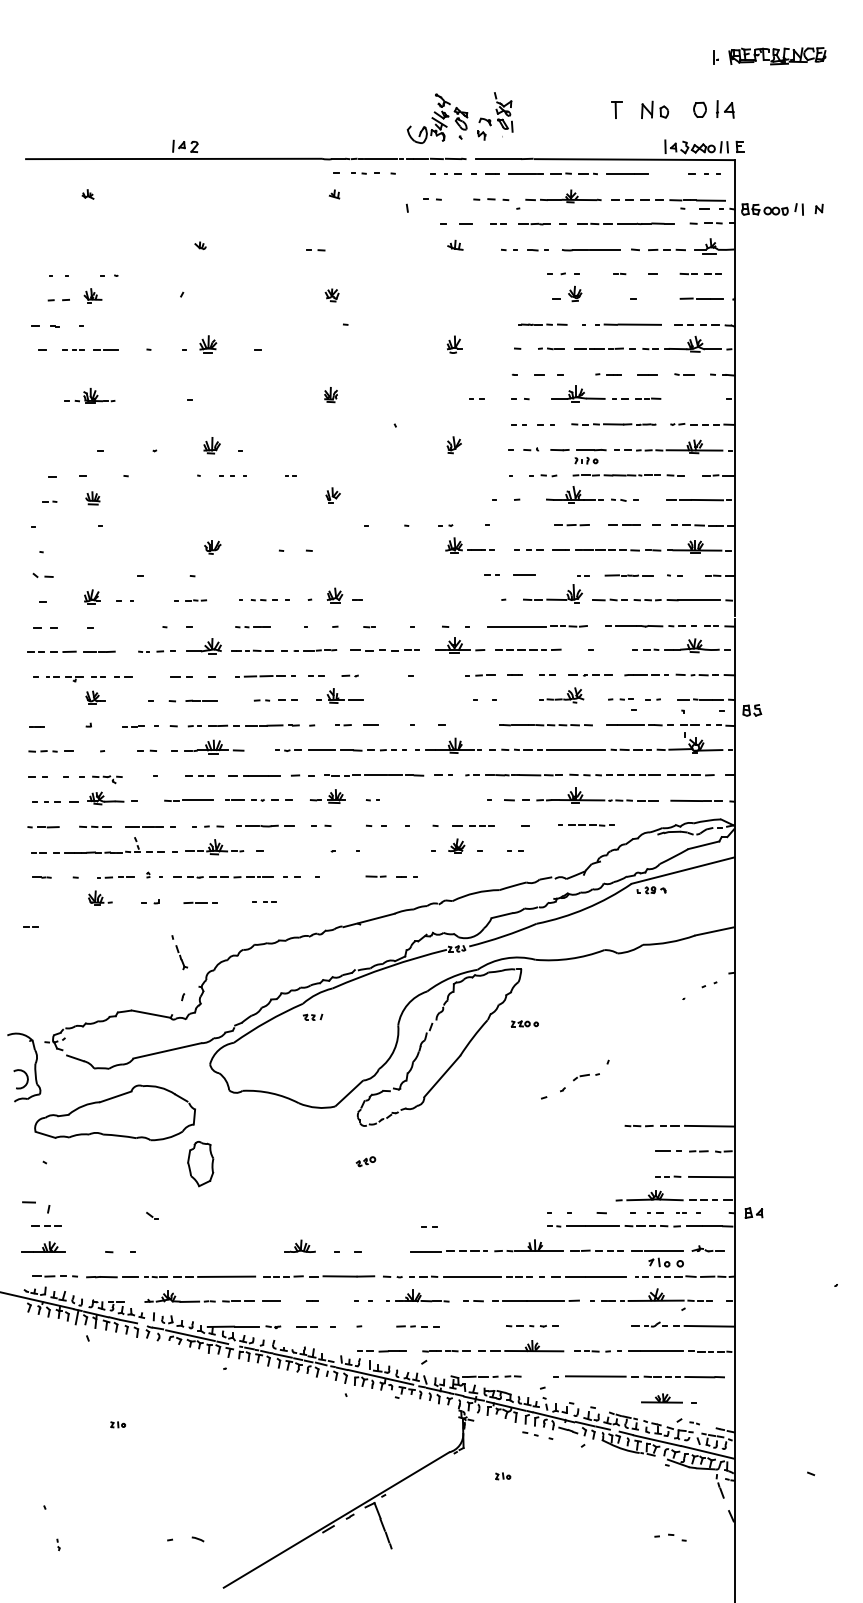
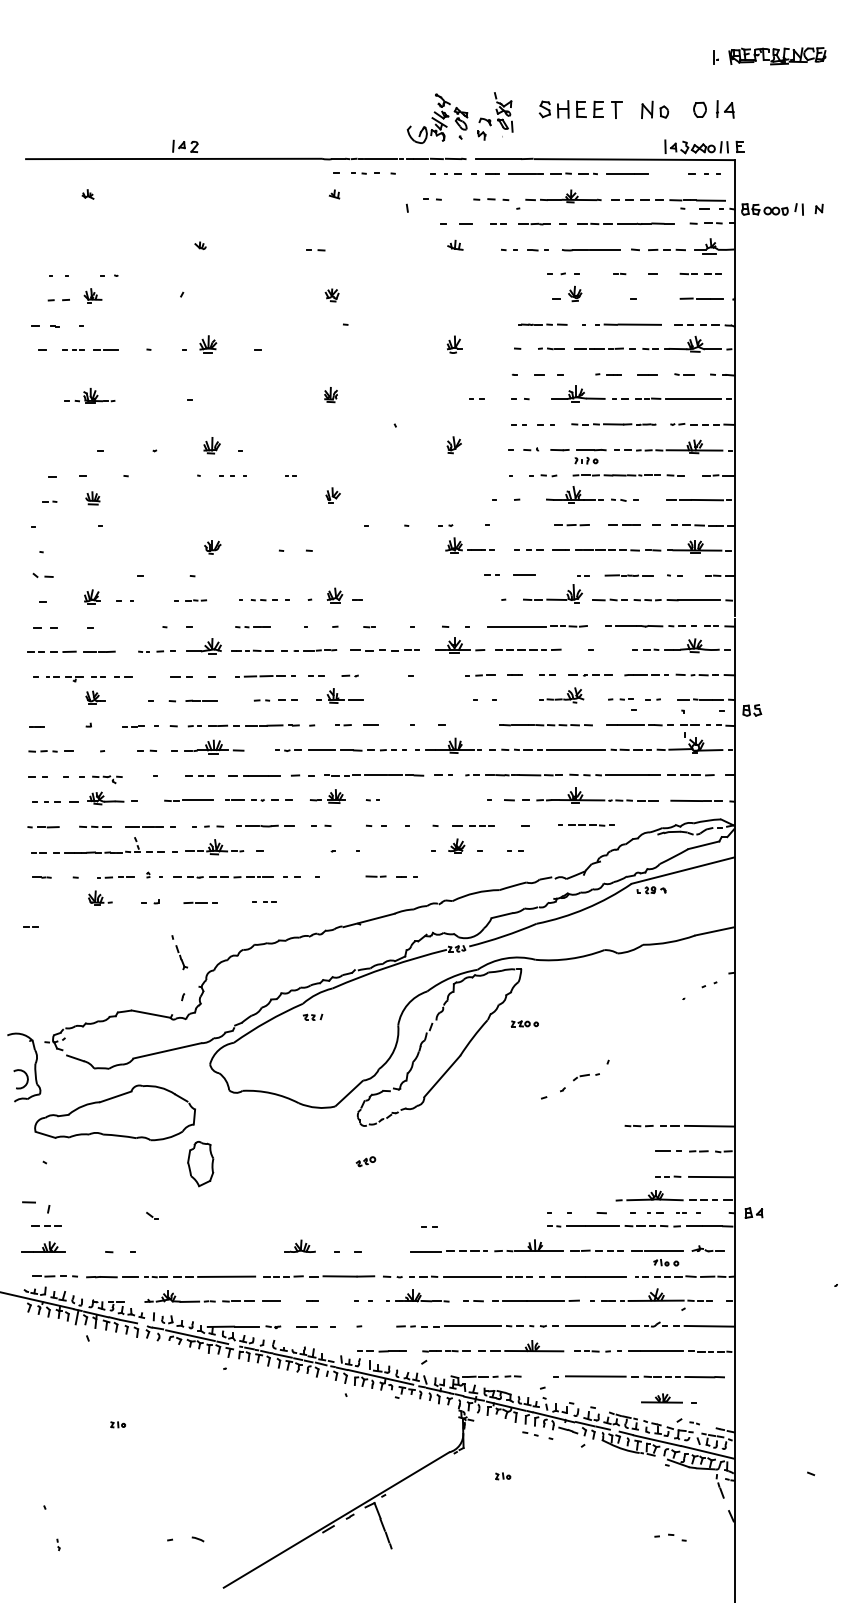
part at (570, 109): none -> present
line at (692, 398): none -> present
line at (627, 775): dashed -> solid
part at (665, 1262) size: 36x11 px -> 27x8 px
line at (595, 1325): none -> present
line at (472, 1326): none -> present
